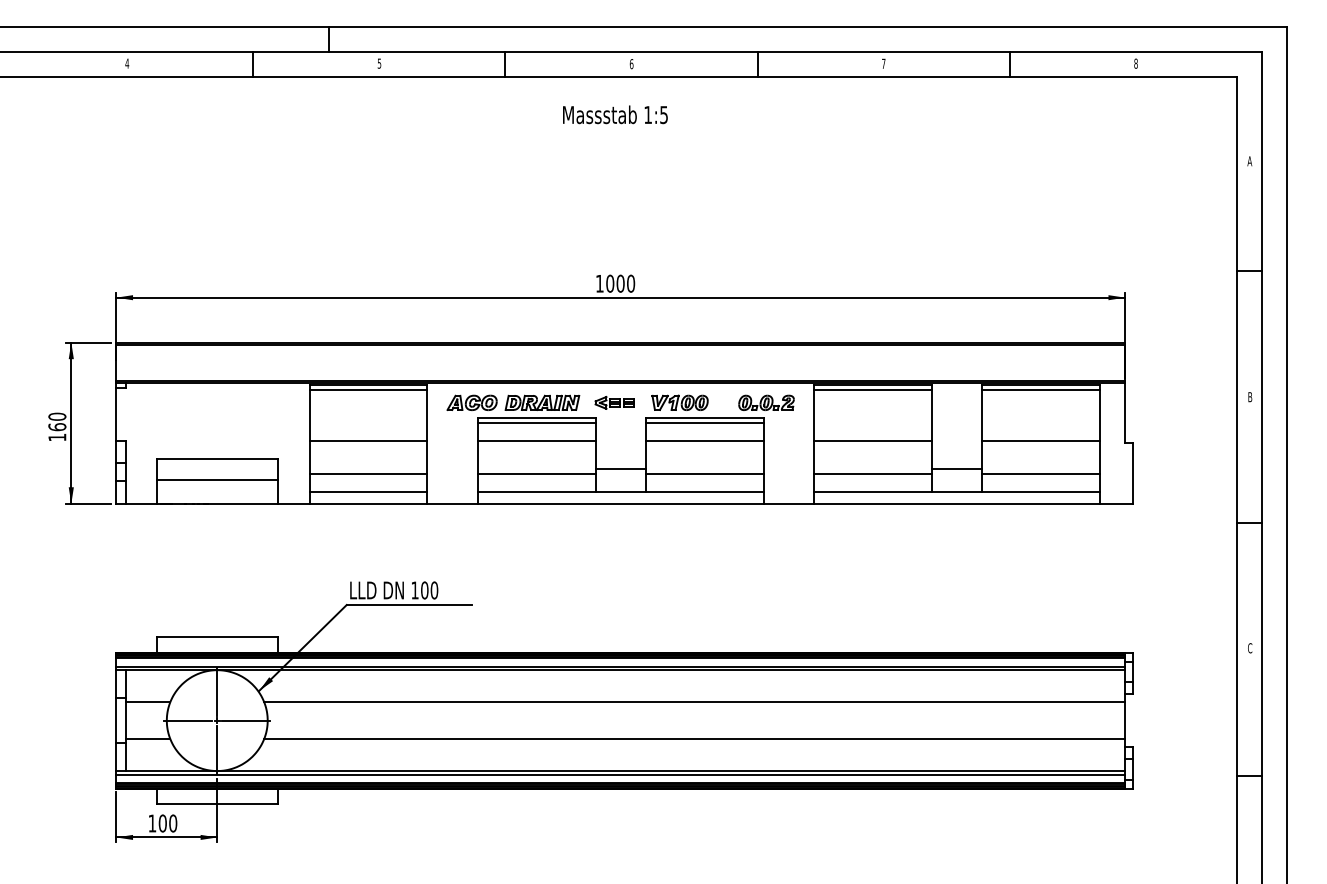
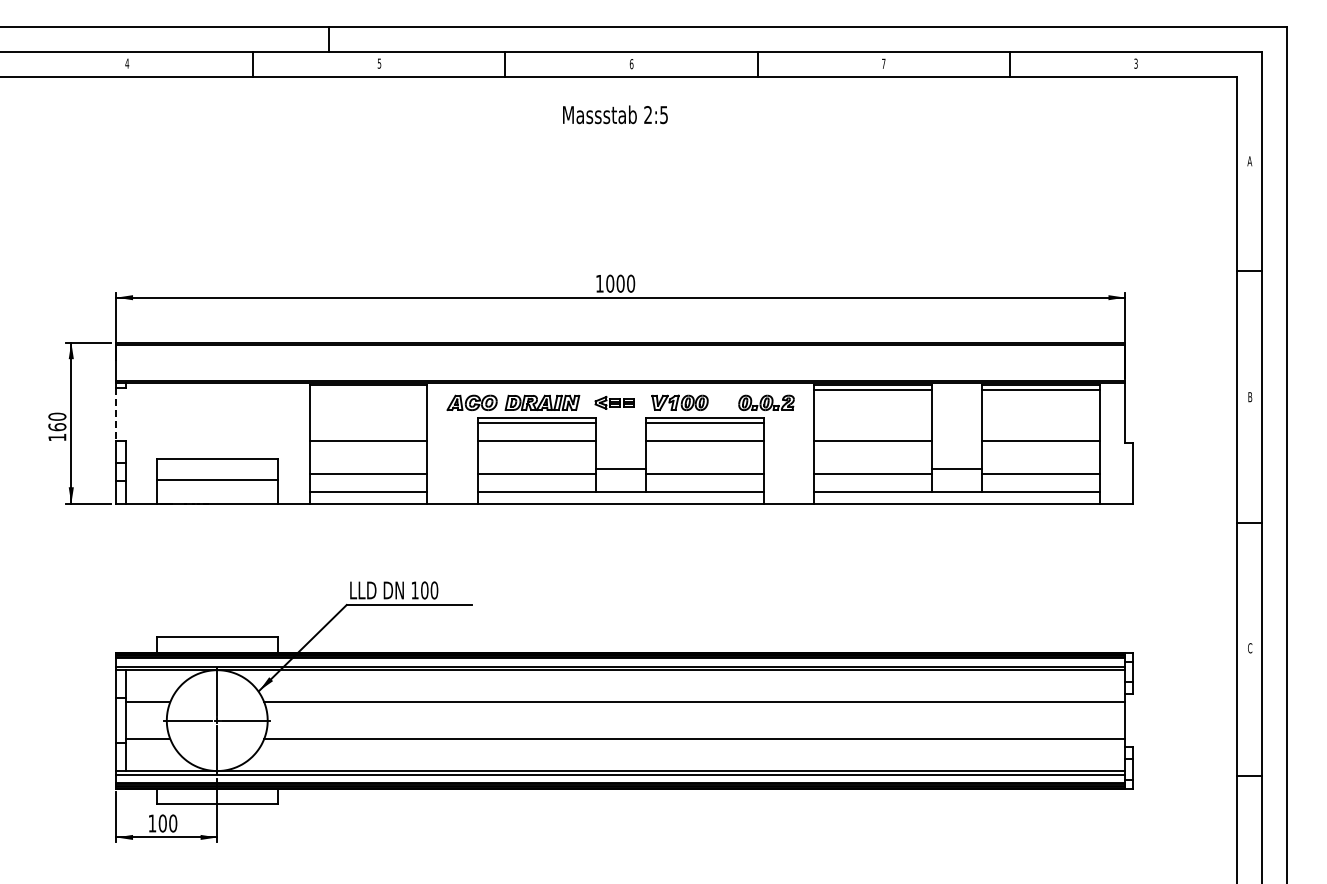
text at (1135, 63): 8 -> 3
text at (647, 114): 1:5 -> 2:5
line at (368, 390): present -> none
line at (116, 414): solid -> dashed
